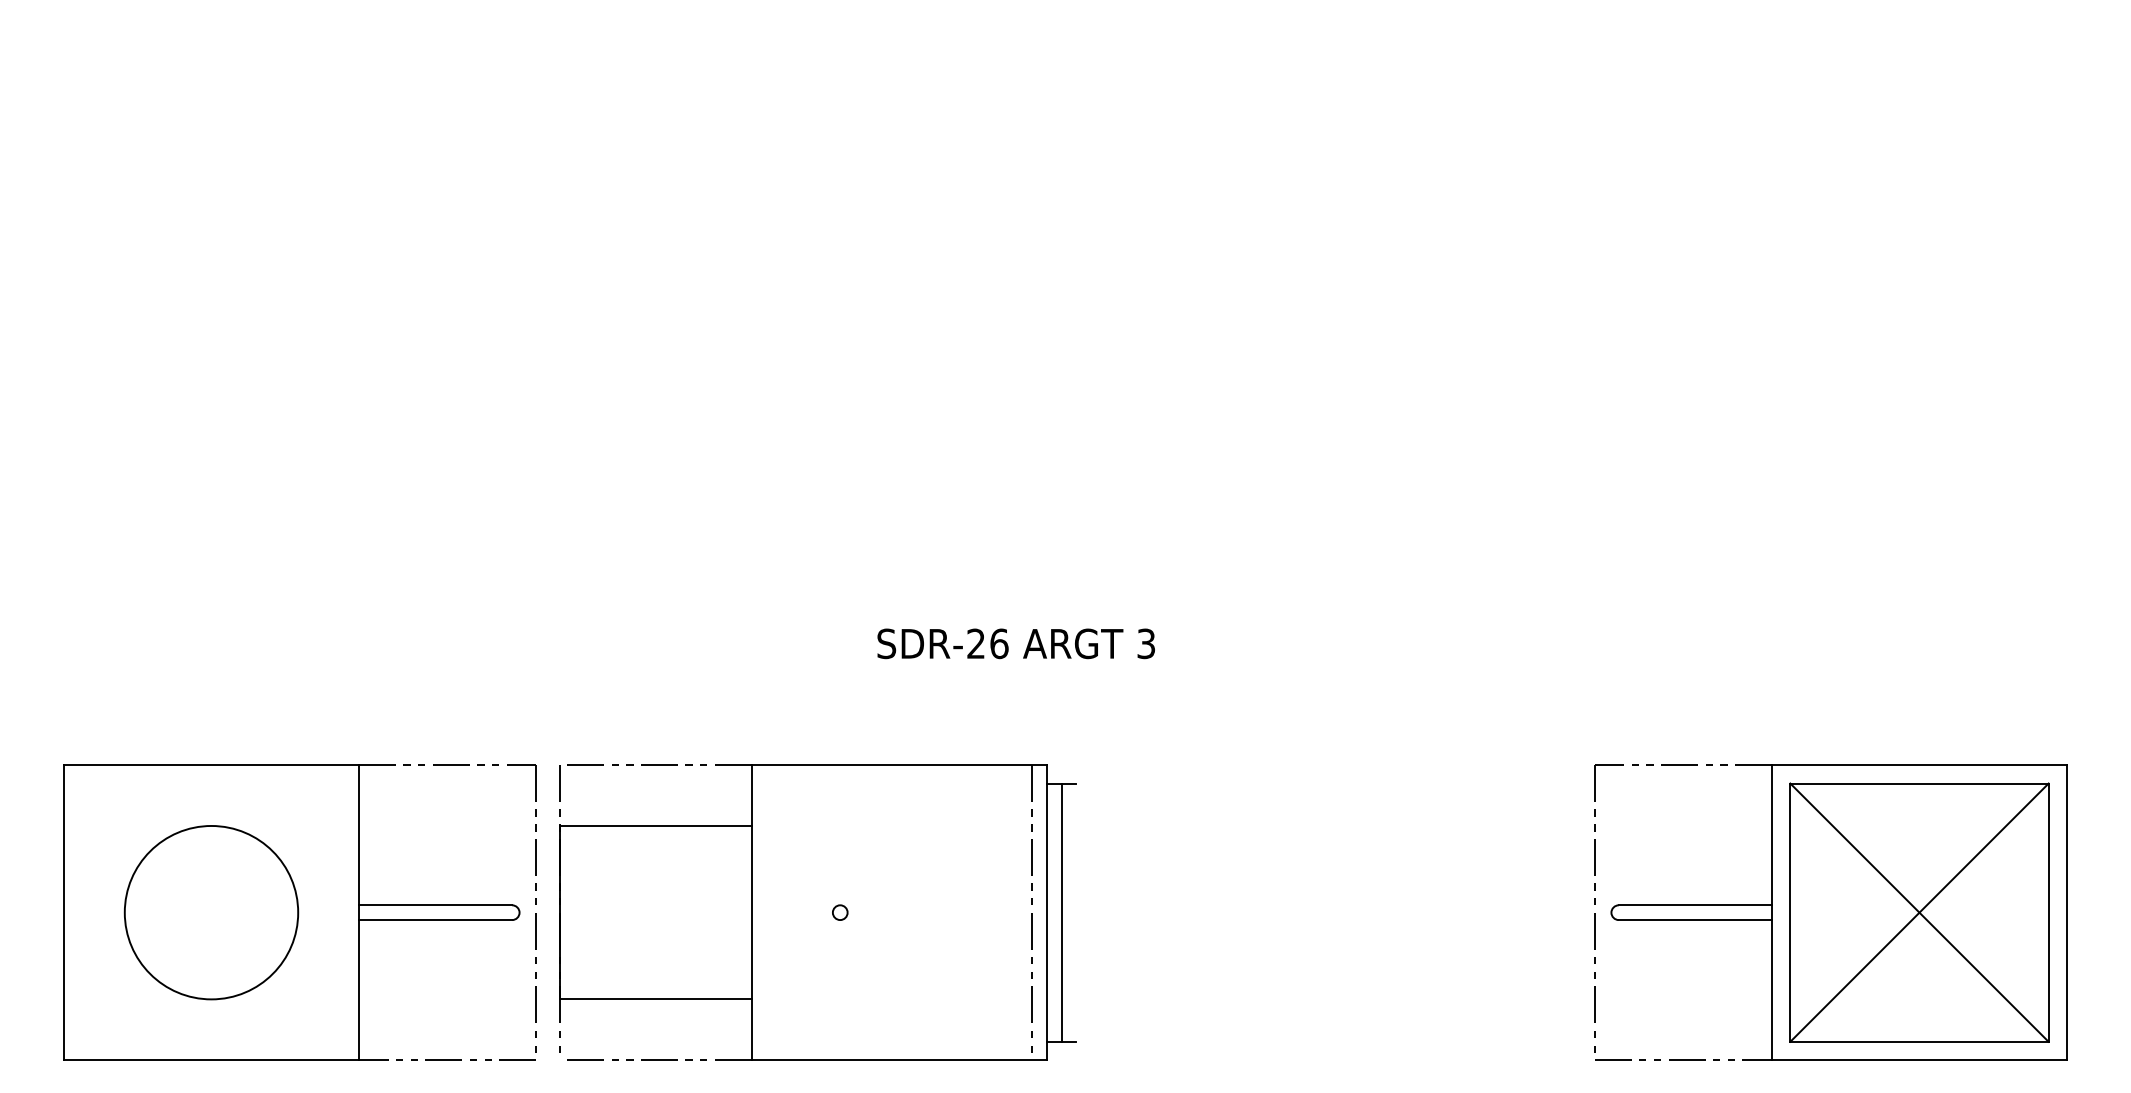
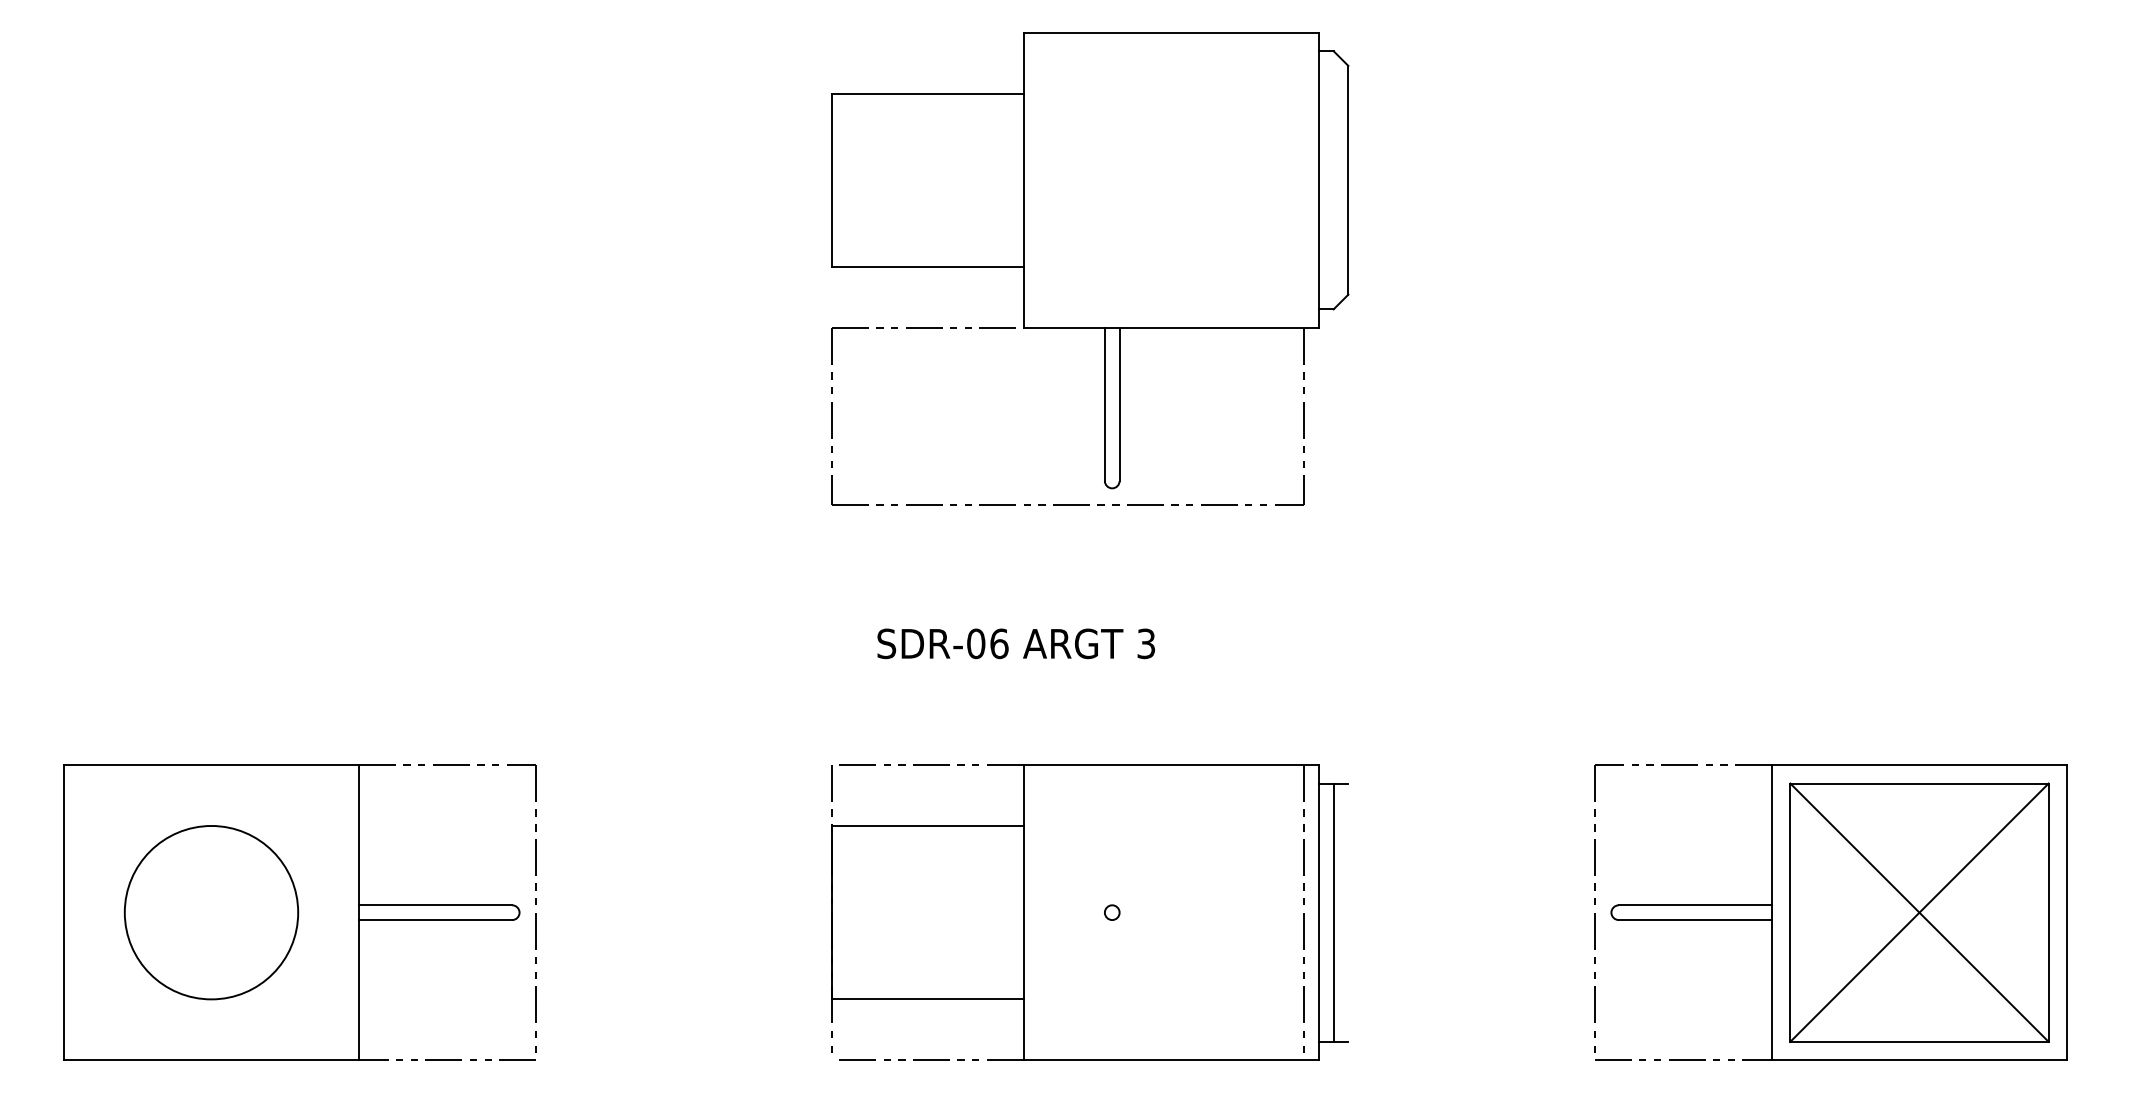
part at (1090, 268): none -> present
text at (976, 643): SDR-26 -> SDR-06
part at (817, 912) position: (817, 912) -> (1089, 912)
